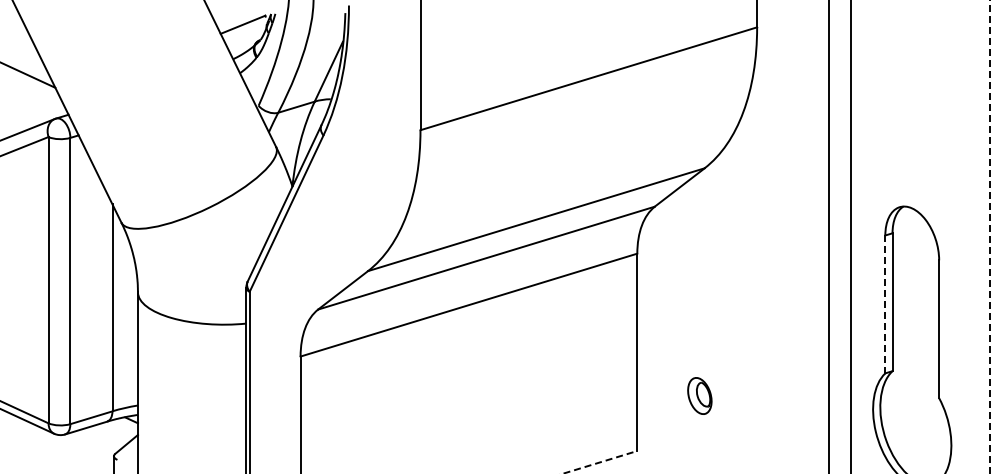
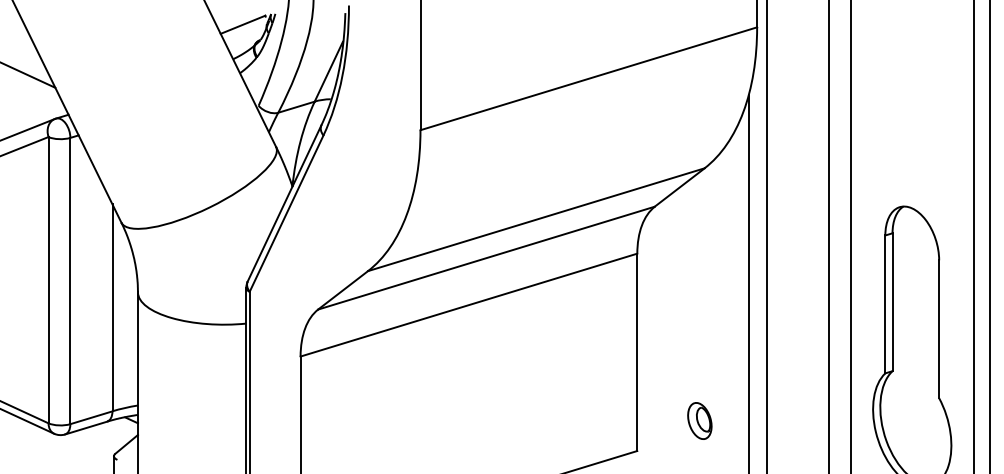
line at (767, 236): none -> present
line at (973, 236): none -> present
line at (990, 236): dashed -> solid
line at (748, 282): none -> present
line at (885, 304): dashed -> solid
part at (699, 395) position: (699, 395) -> (699, 420)
line at (600, 462): dashed -> solid
